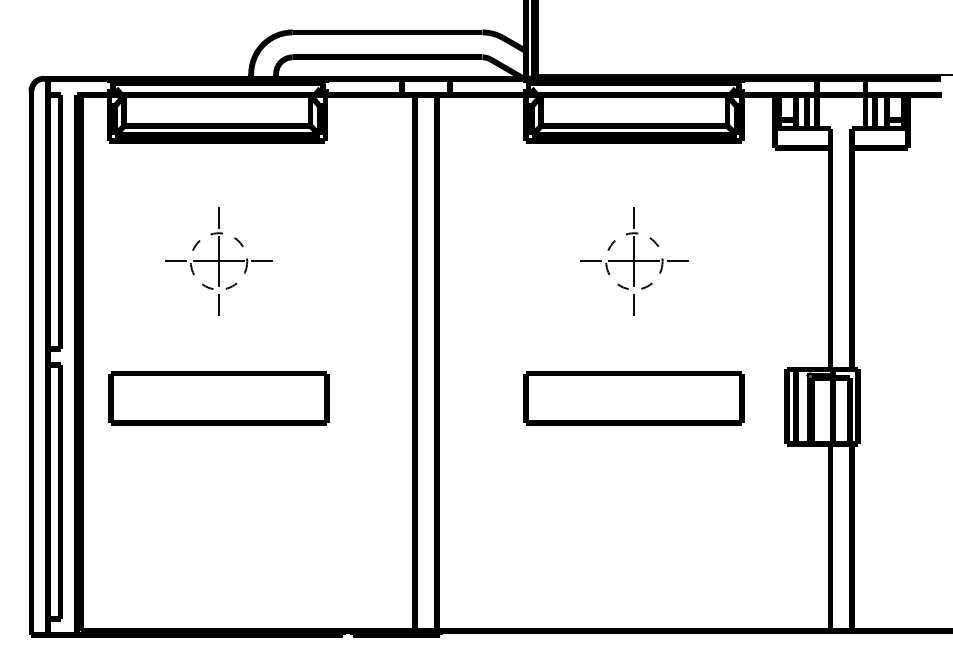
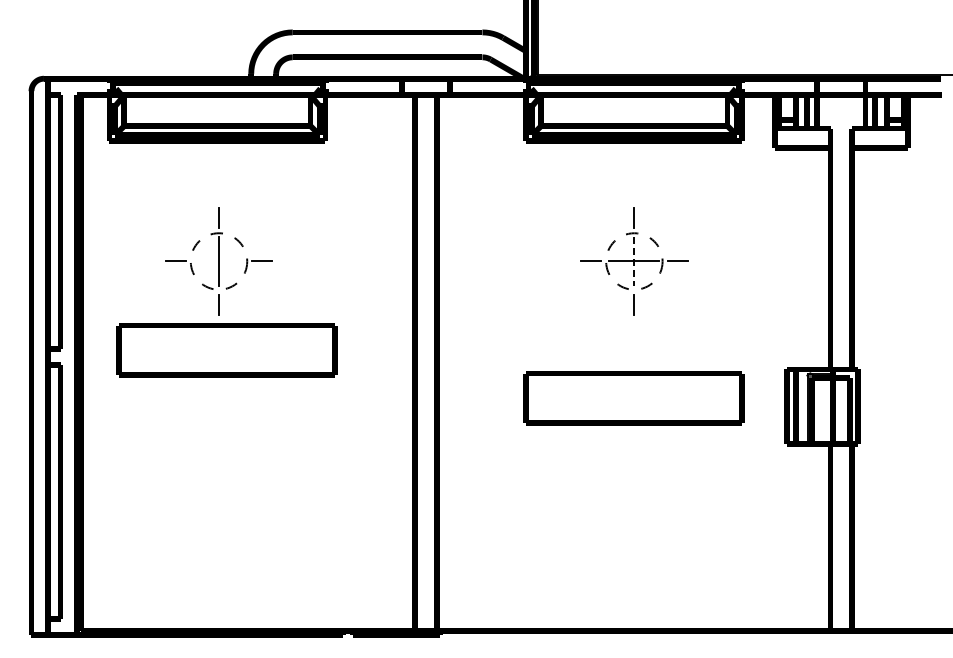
line at (218, 261): present -> none
line at (634, 261): solid -> dashed
part at (218, 398) position: (218, 398) -> (226, 350)
